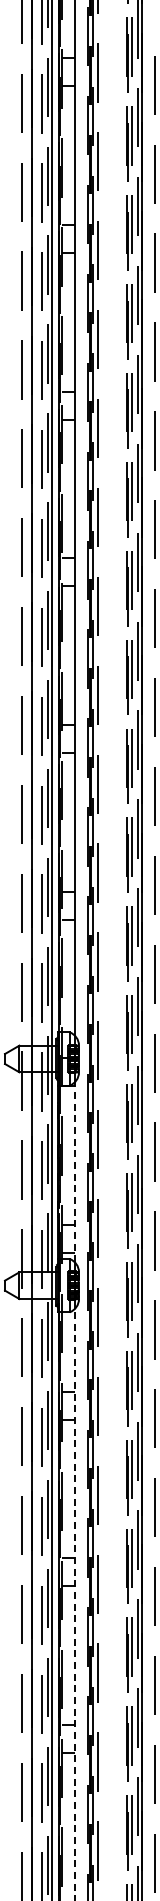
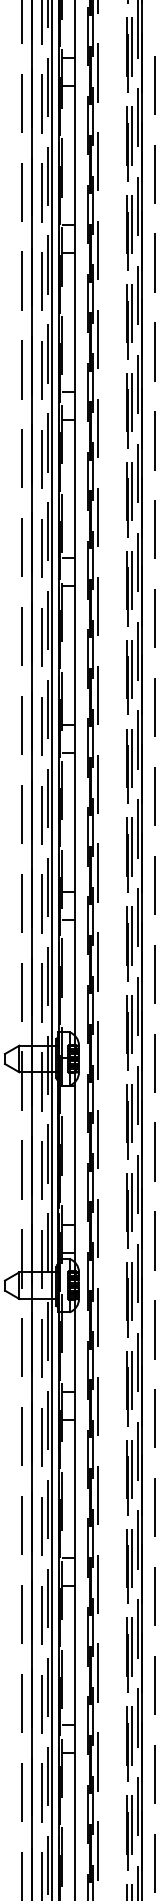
line at (75, 1171): dashed -> solid
line at (75, 1604): dashed -> solid
